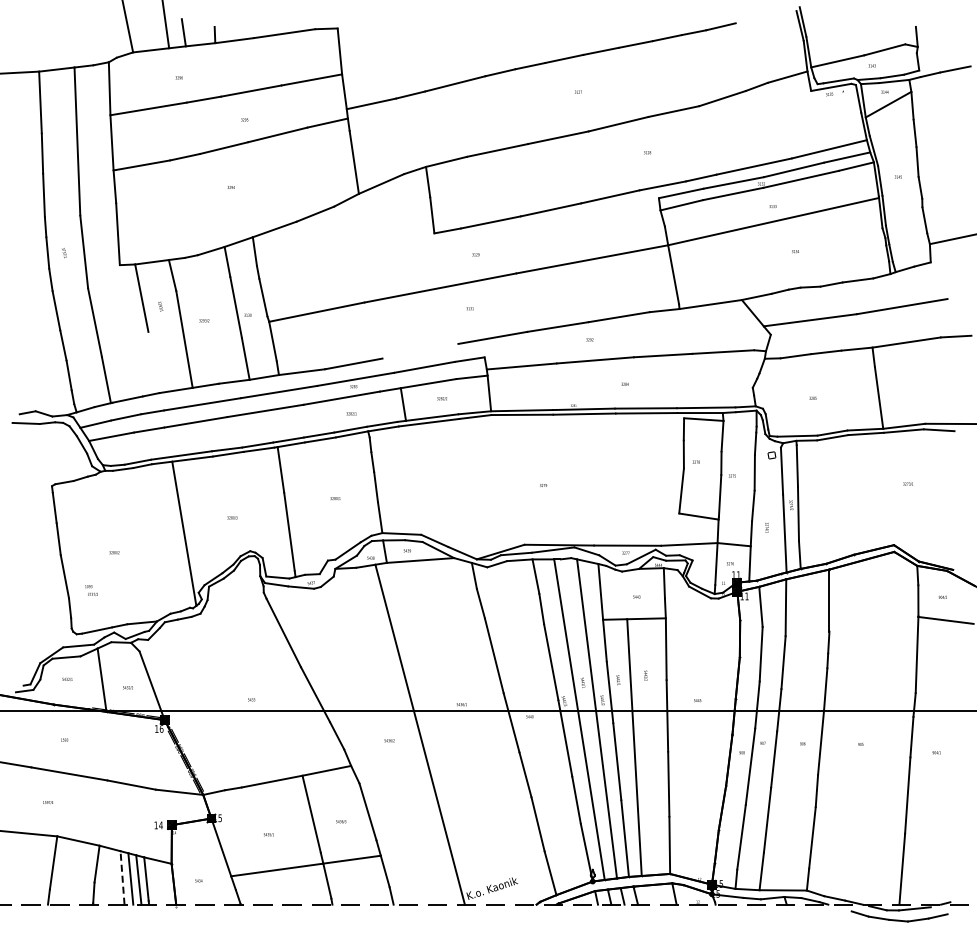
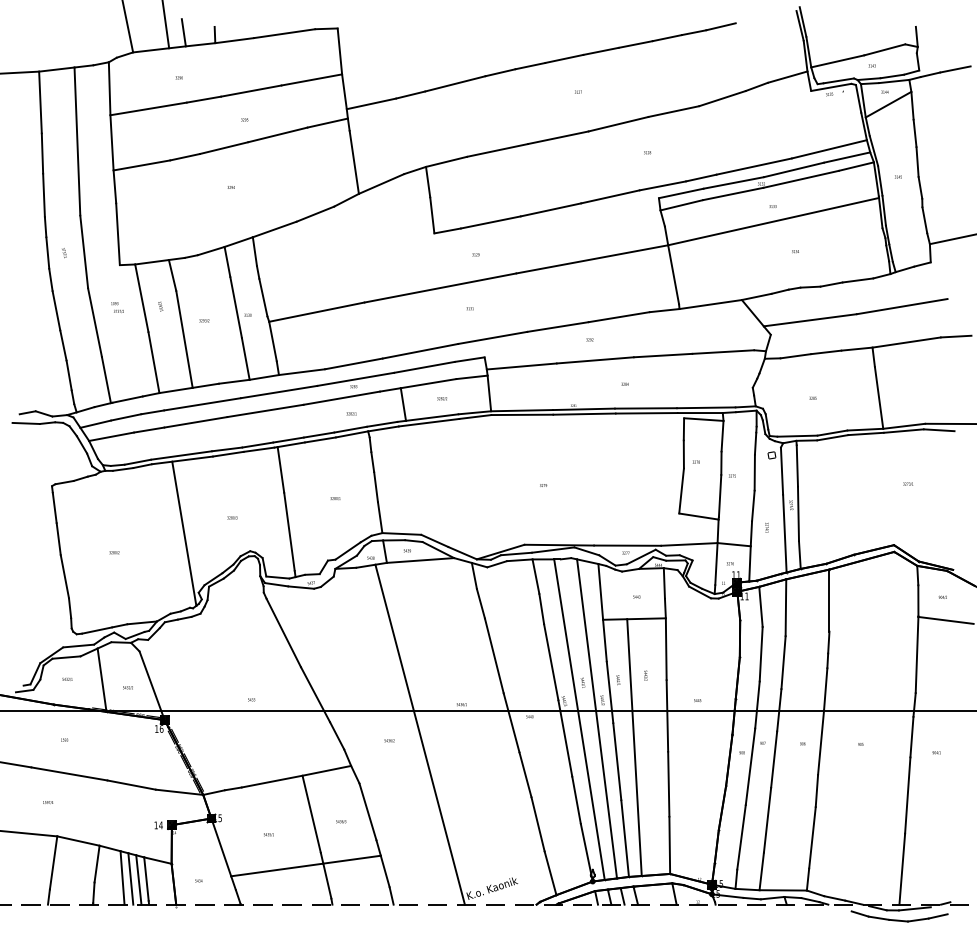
line at (420, 351): none -> present
line at (153, 362): none -> present
text at (91, 590) position: (91, 590) -> (117, 307)
line at (122, 877): dashed -> solid
